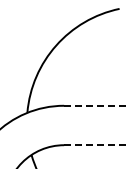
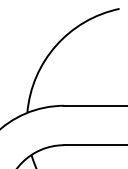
line at (95, 105): dashed -> solid
line at (95, 145): dashed -> solid
